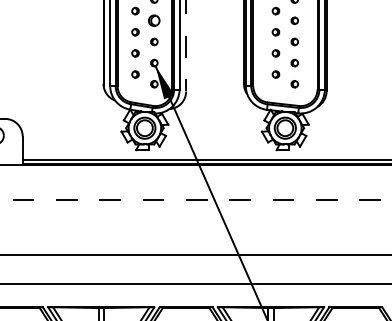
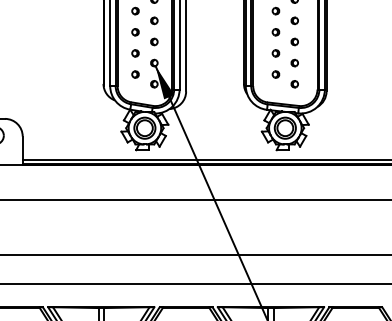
part at (154, 20) size: 13x13 px -> 9x10 px
line at (186, 46): dashed -> solid
line at (195, 199): dashed -> solid
